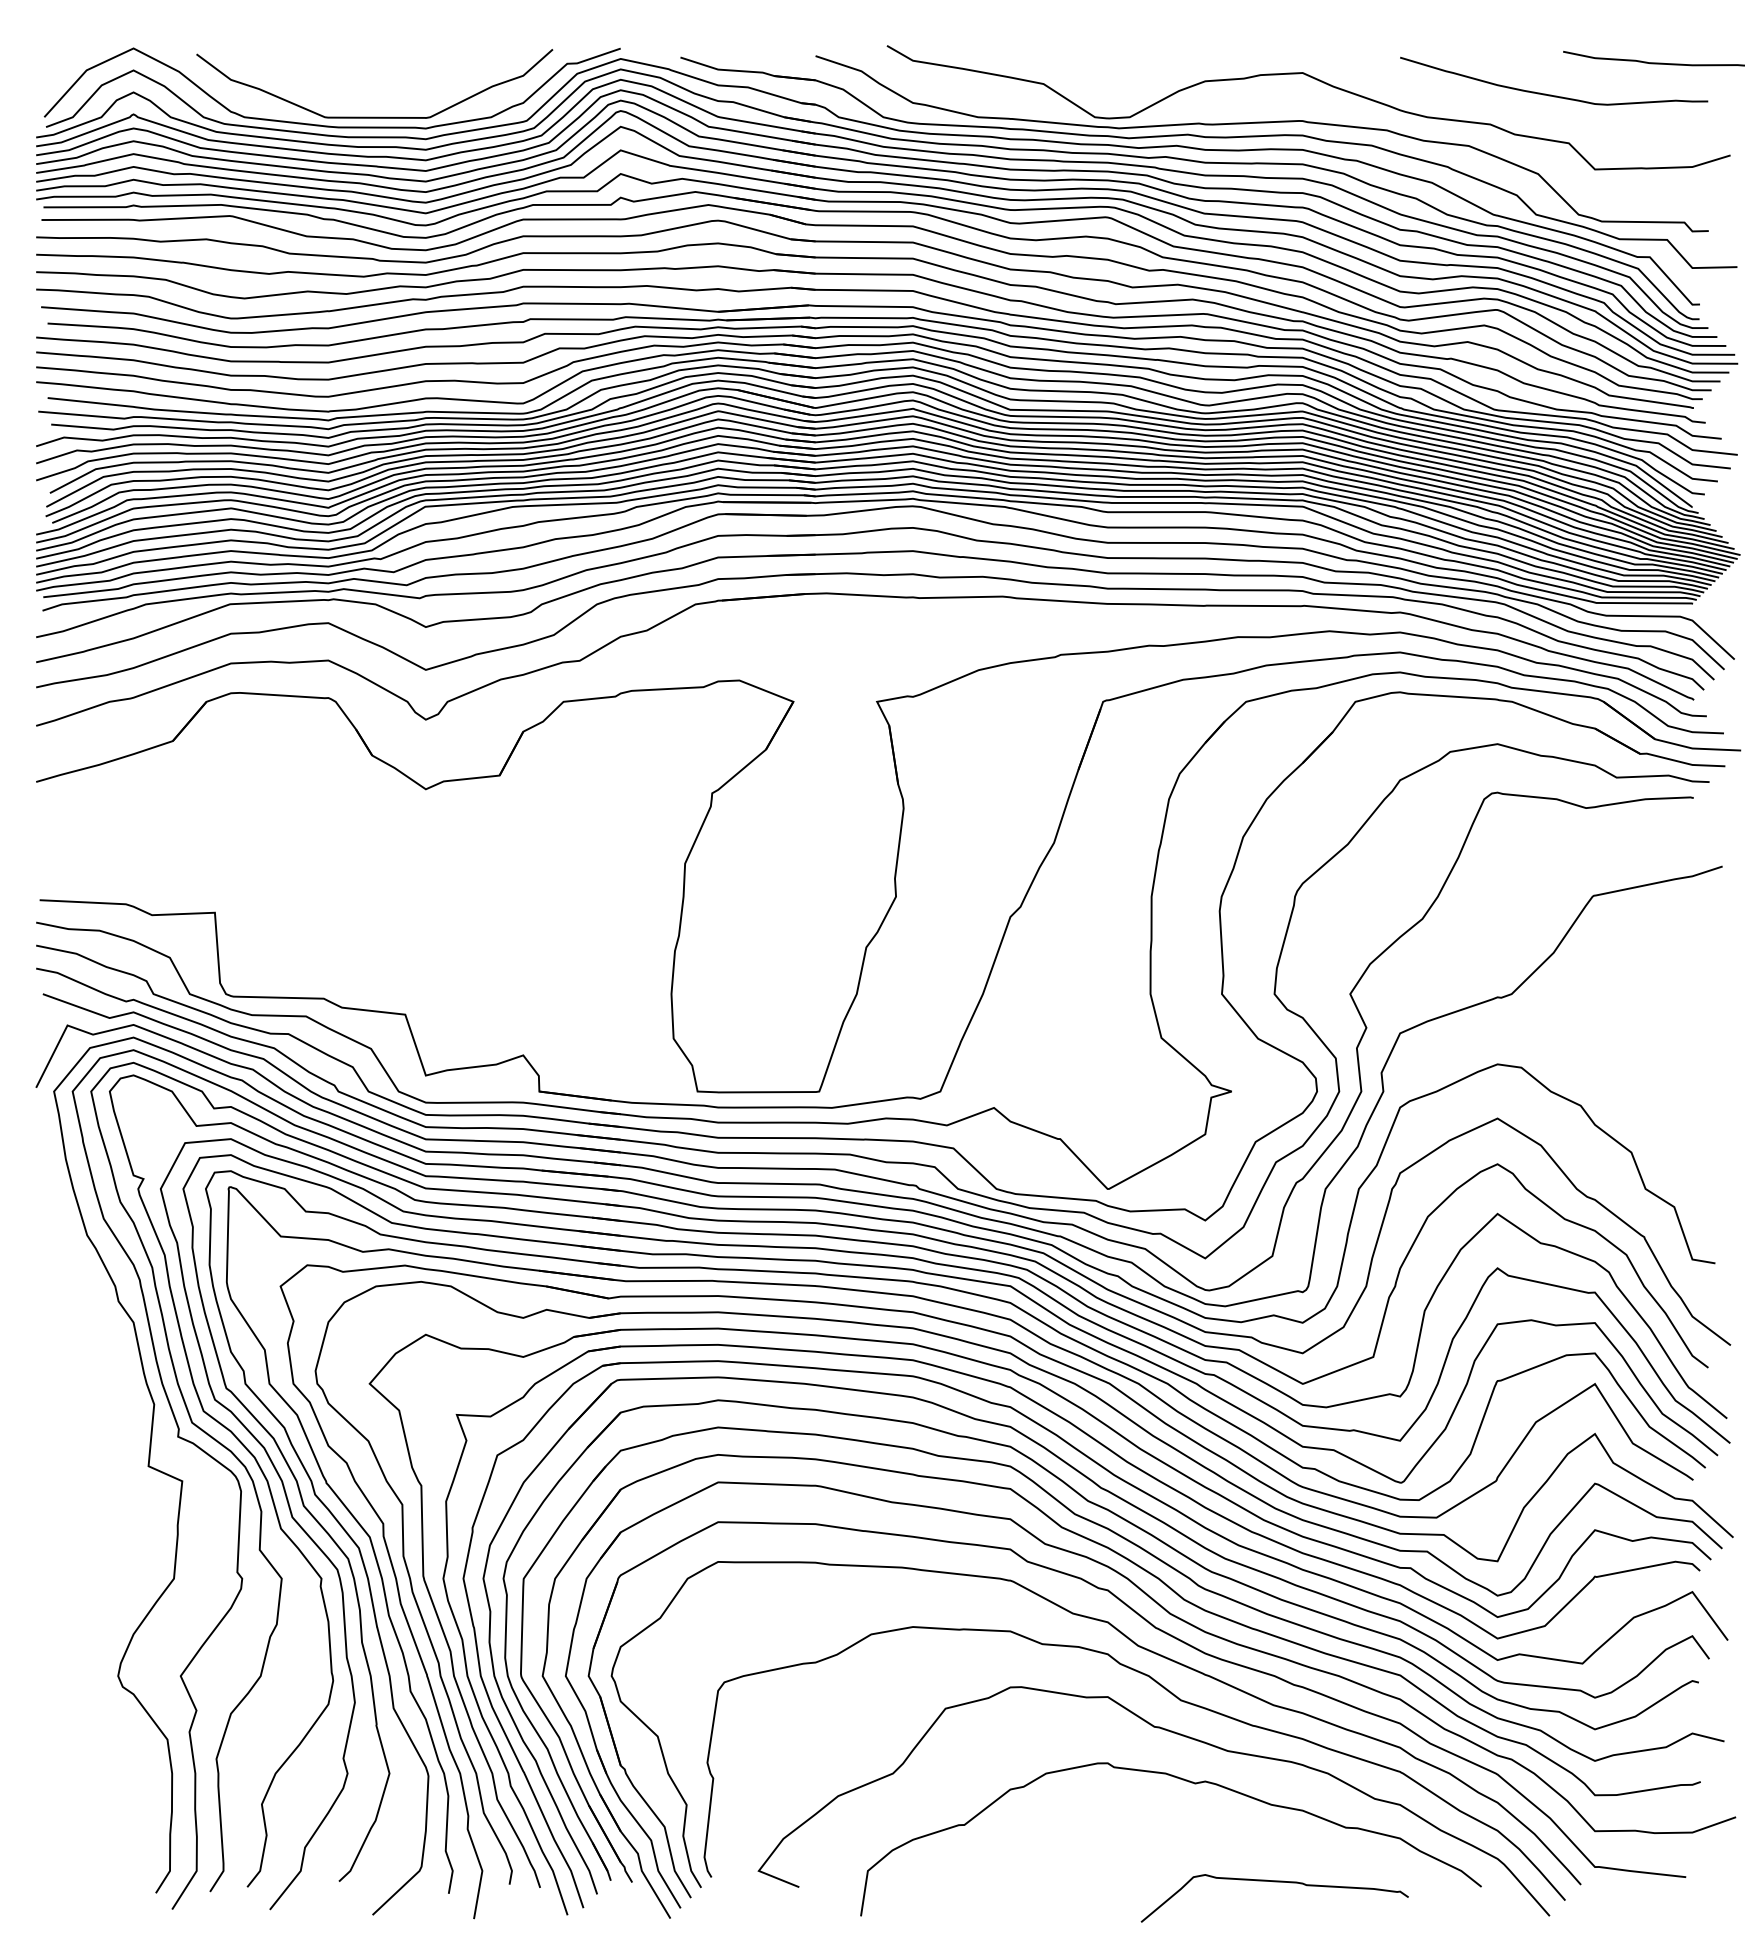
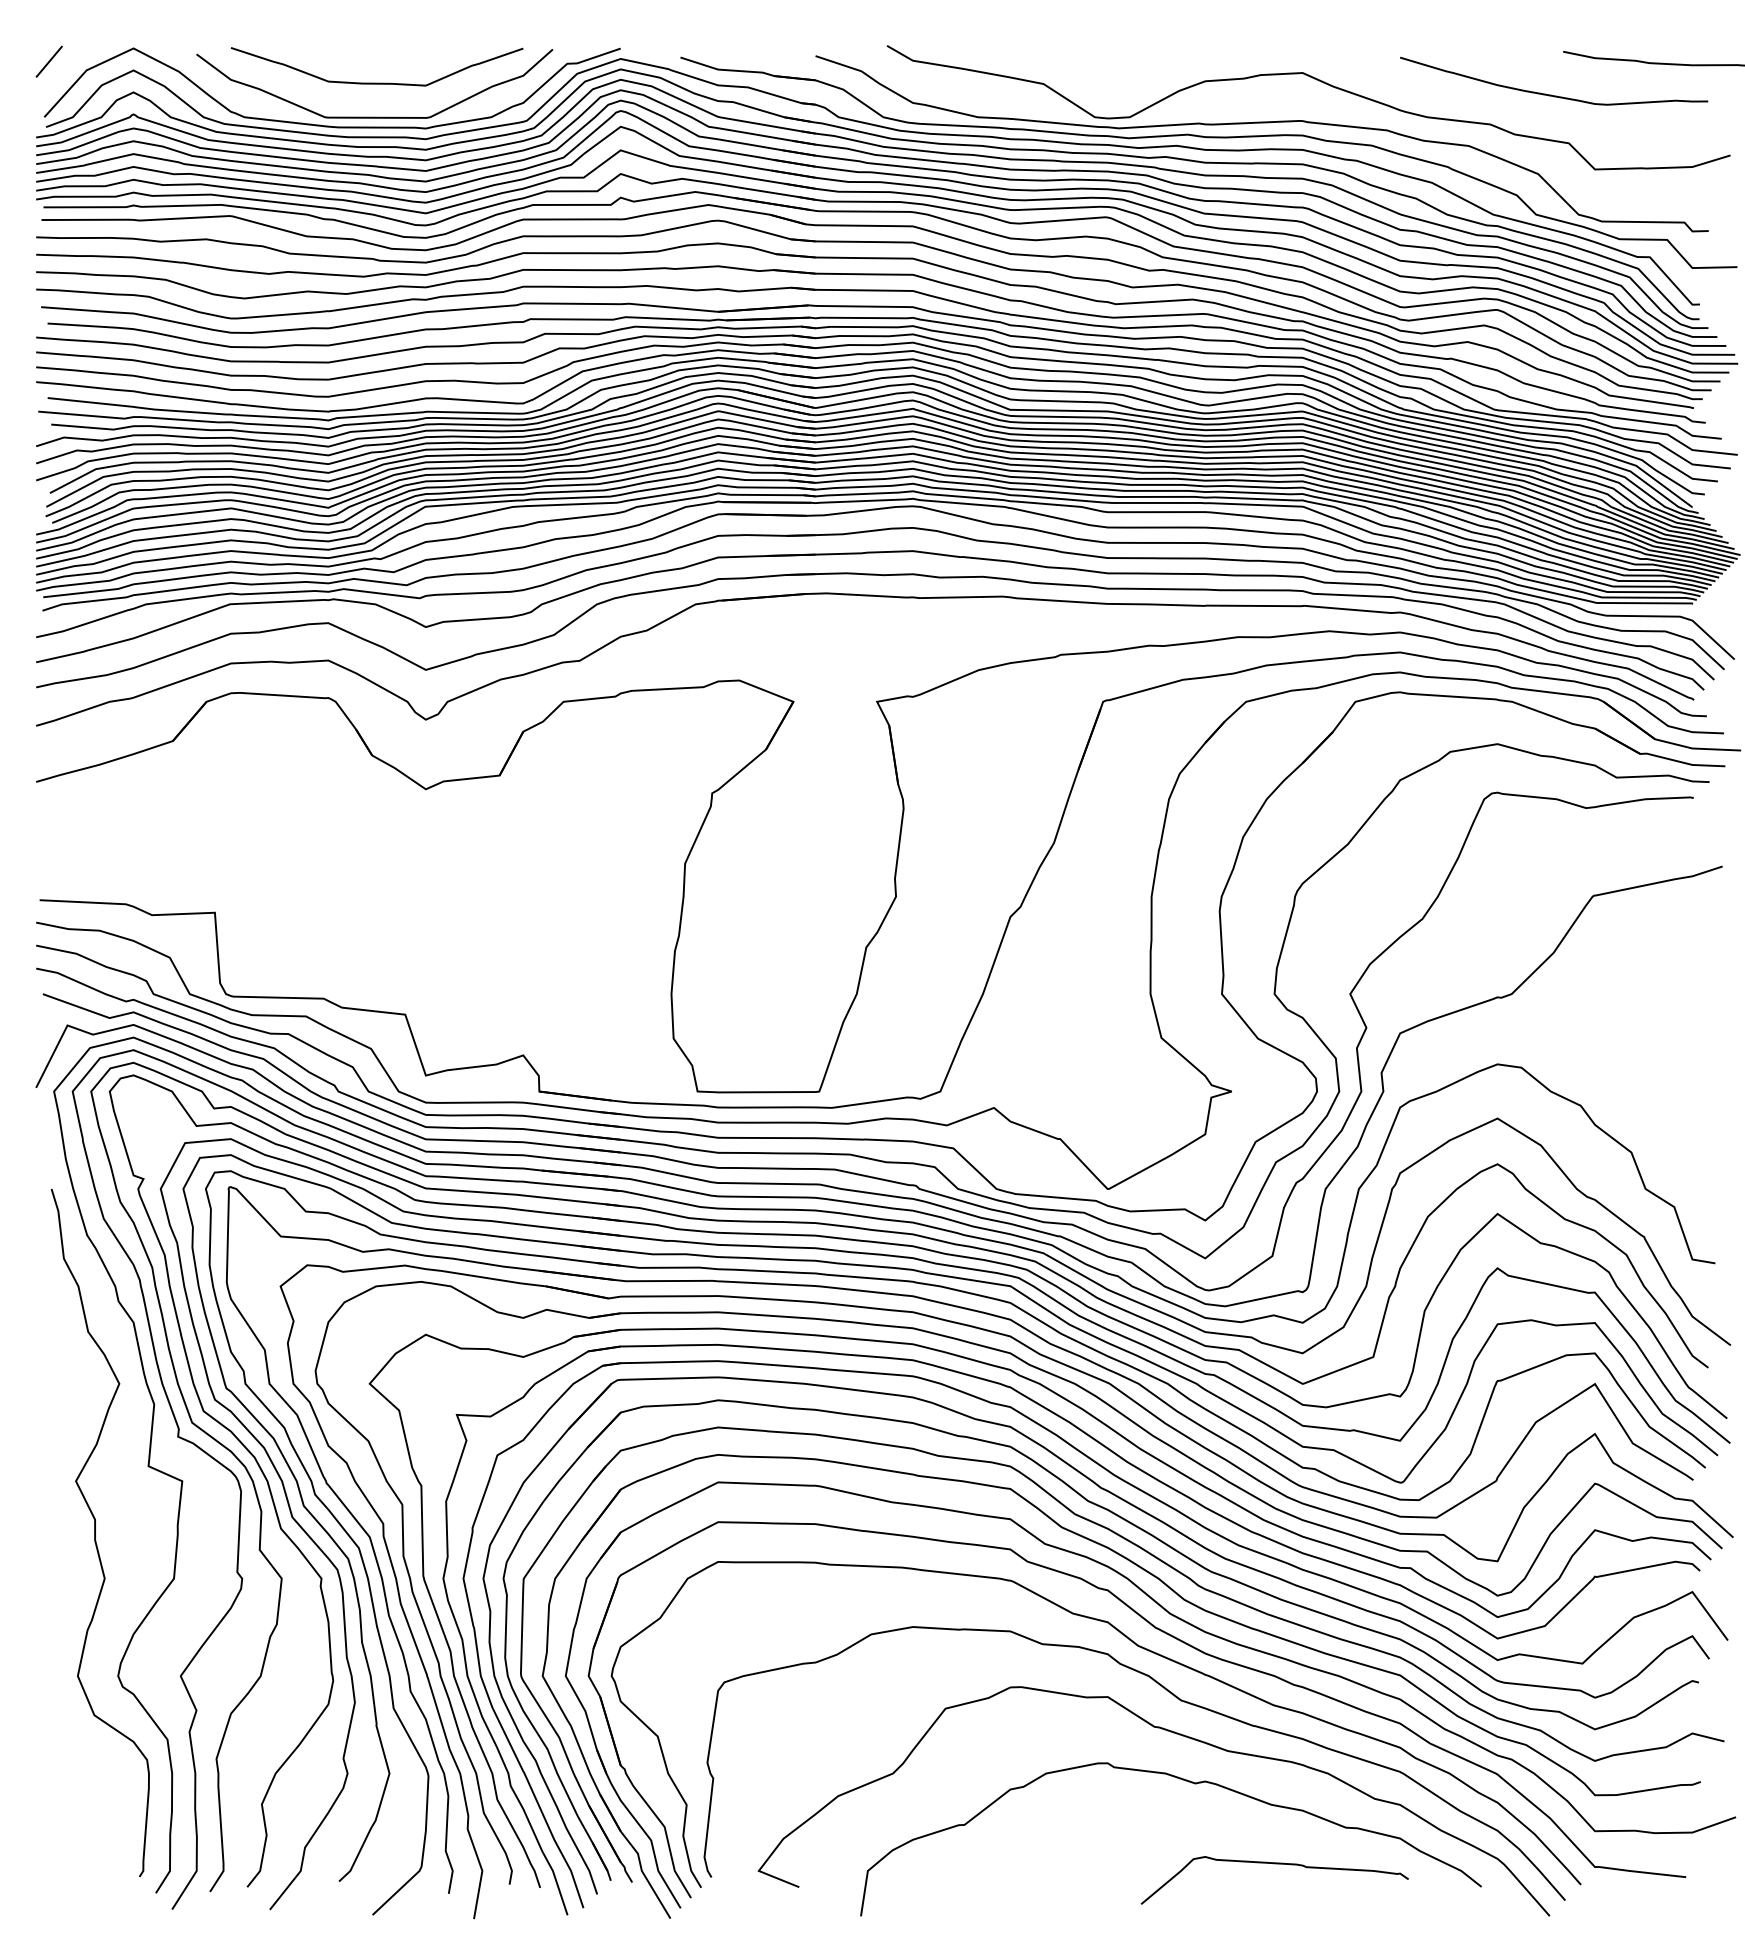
line at (48, 61): none -> present
curve at (376, 82): none -> present
curve at (95, 1532): none -> present
curve at (1274, 1882) position: (1274, 1882) -> (1274, 1864)
